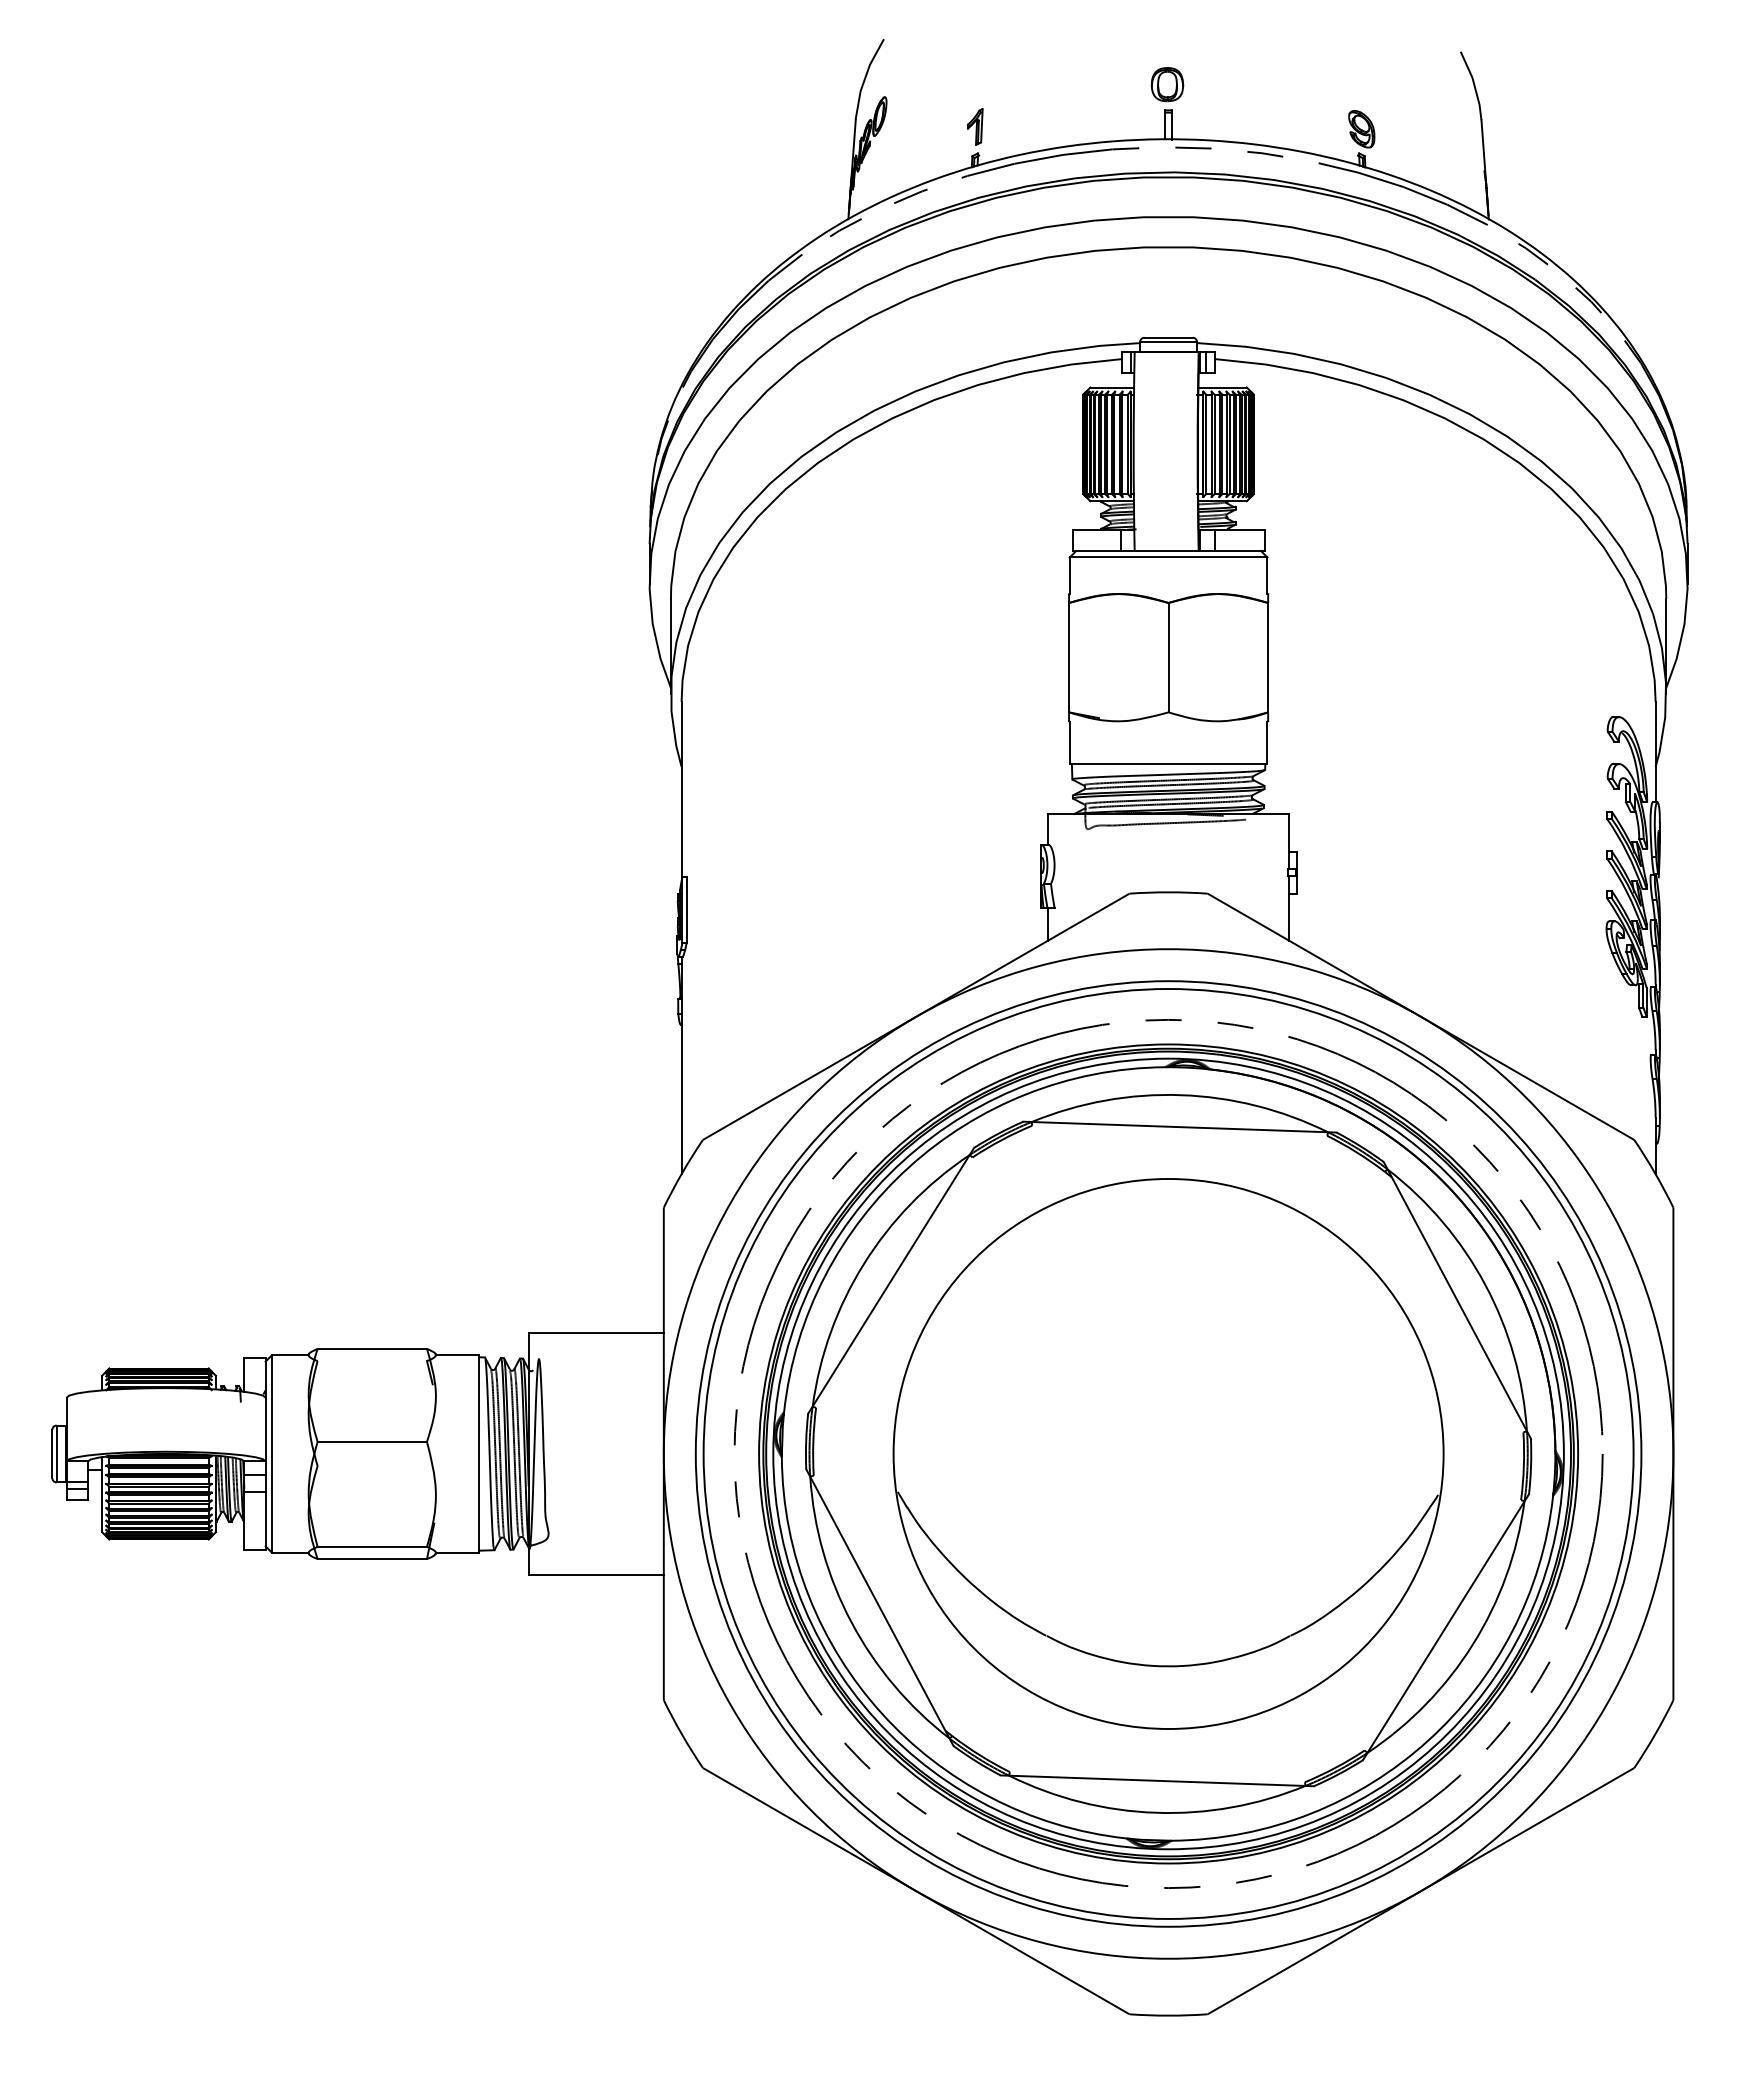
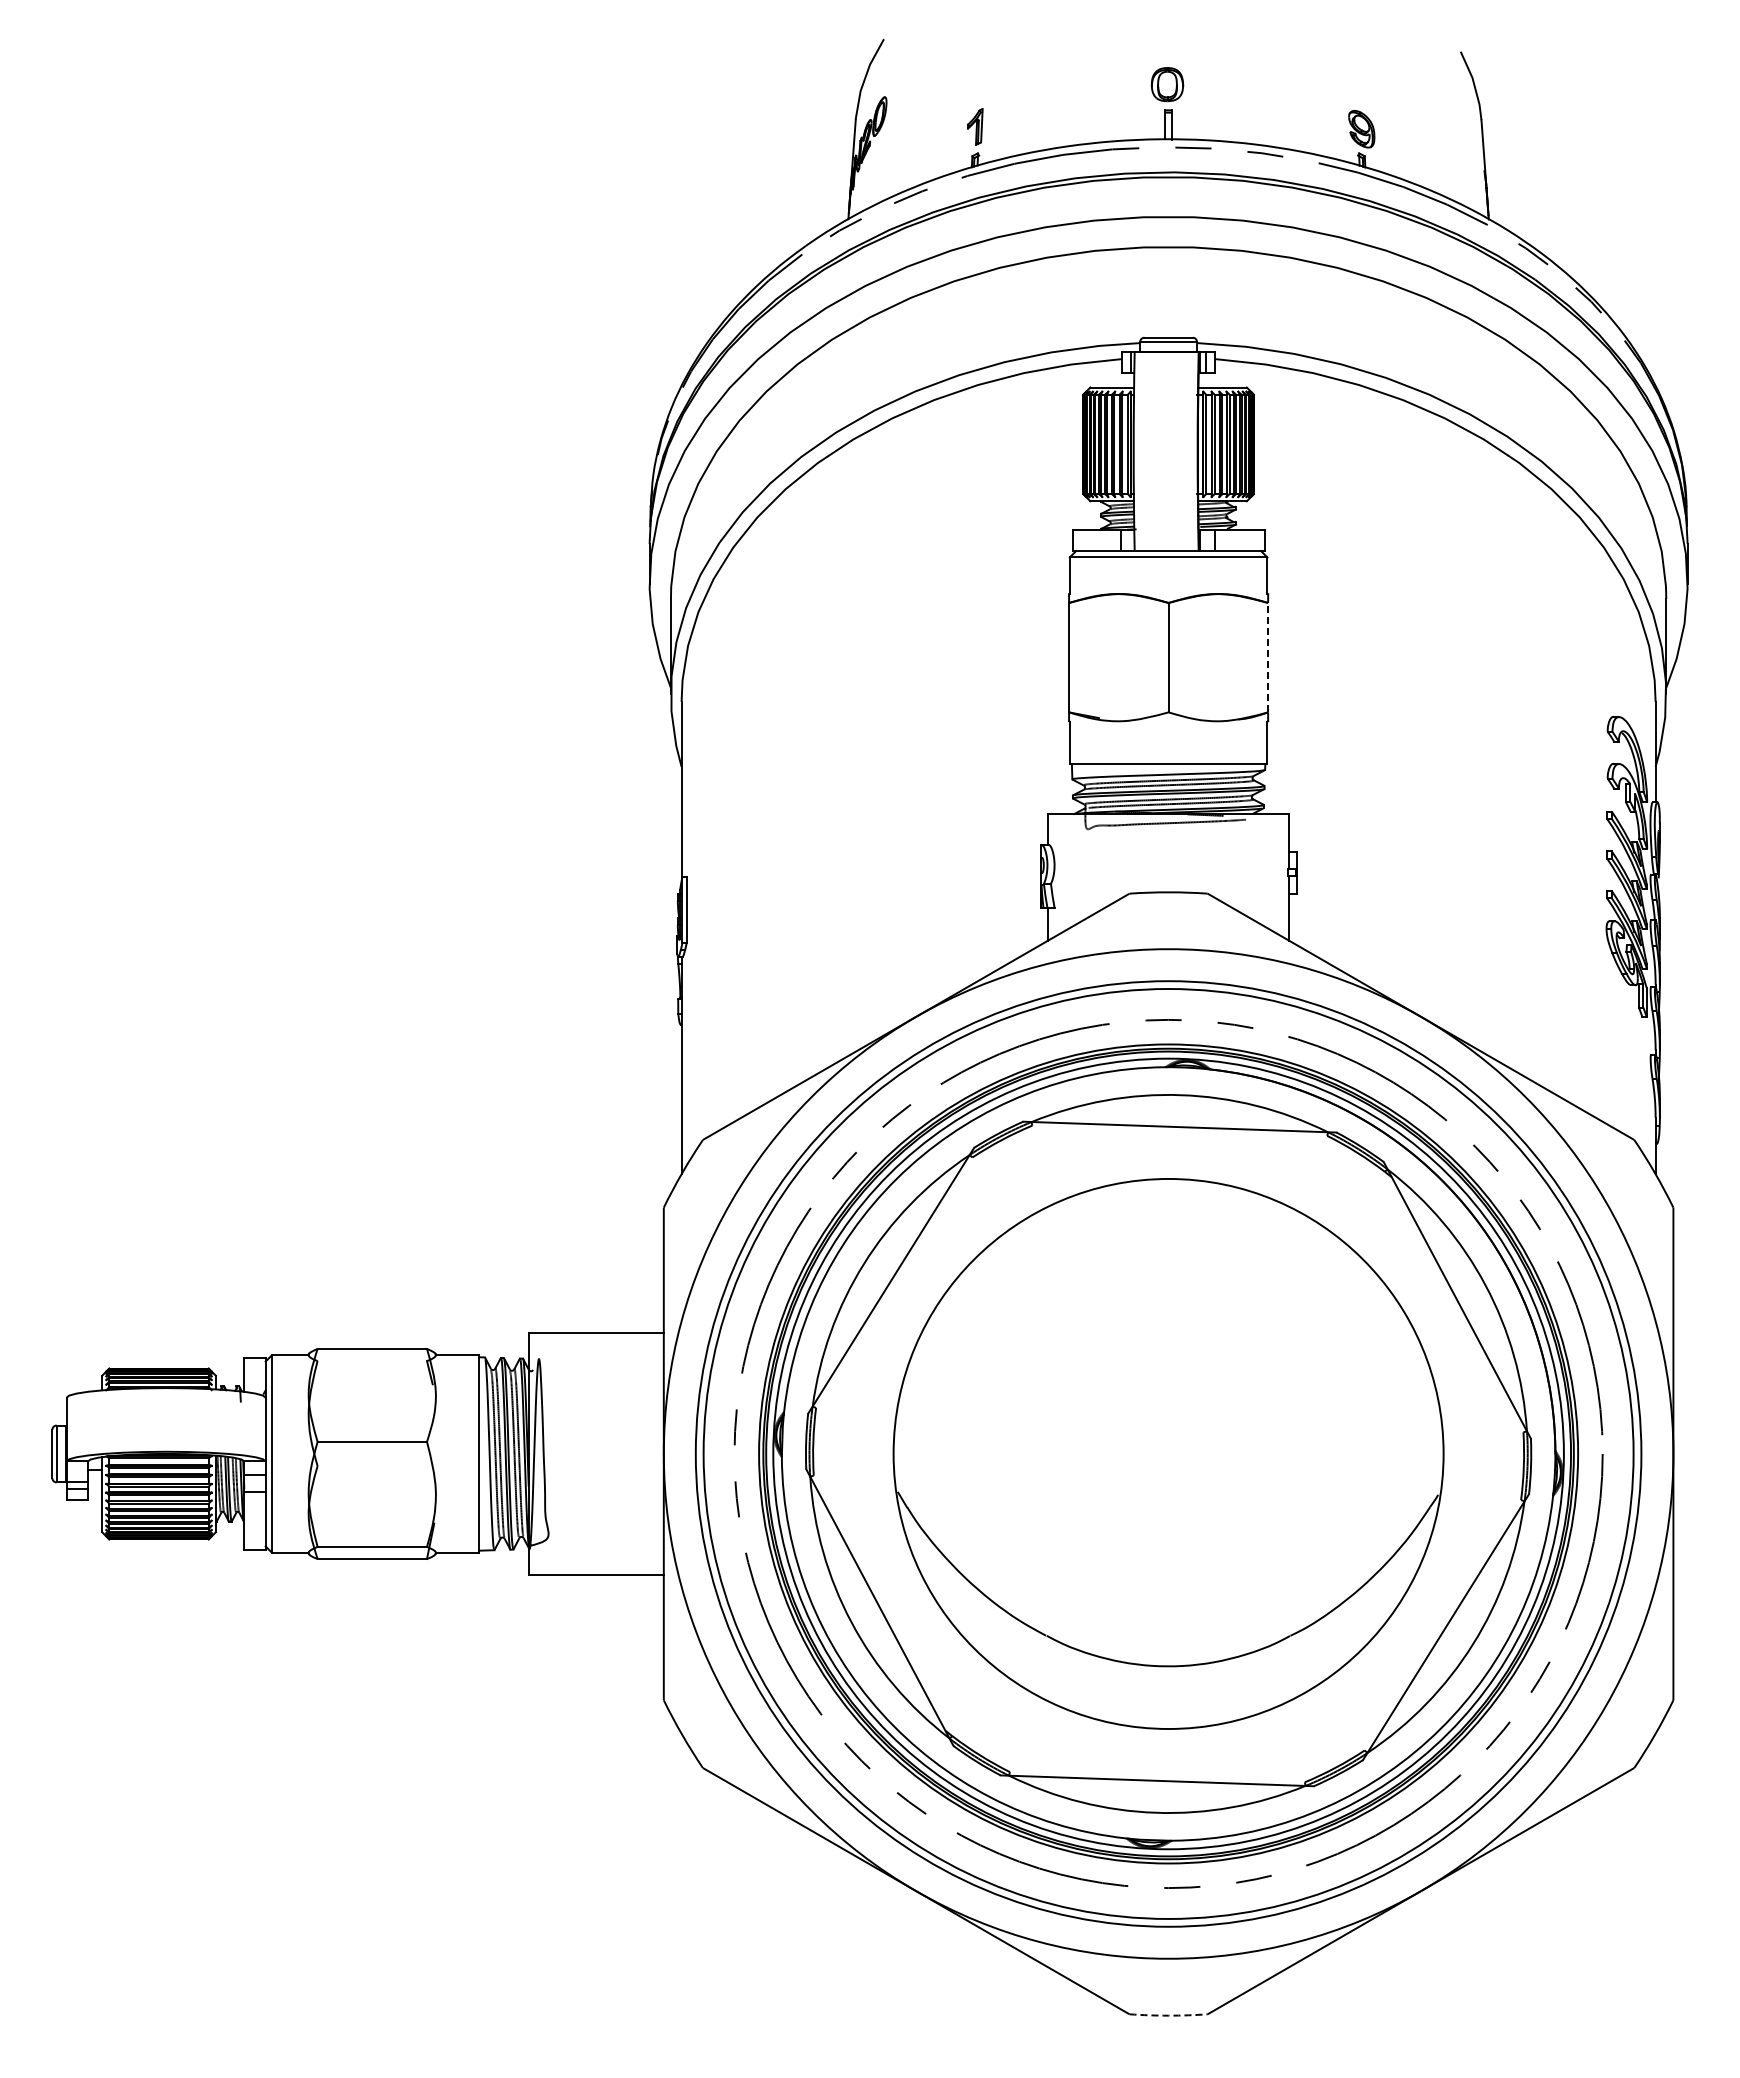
line at (1268, 657): solid -> dashed
arc at (1168, 2015): solid -> dashed
